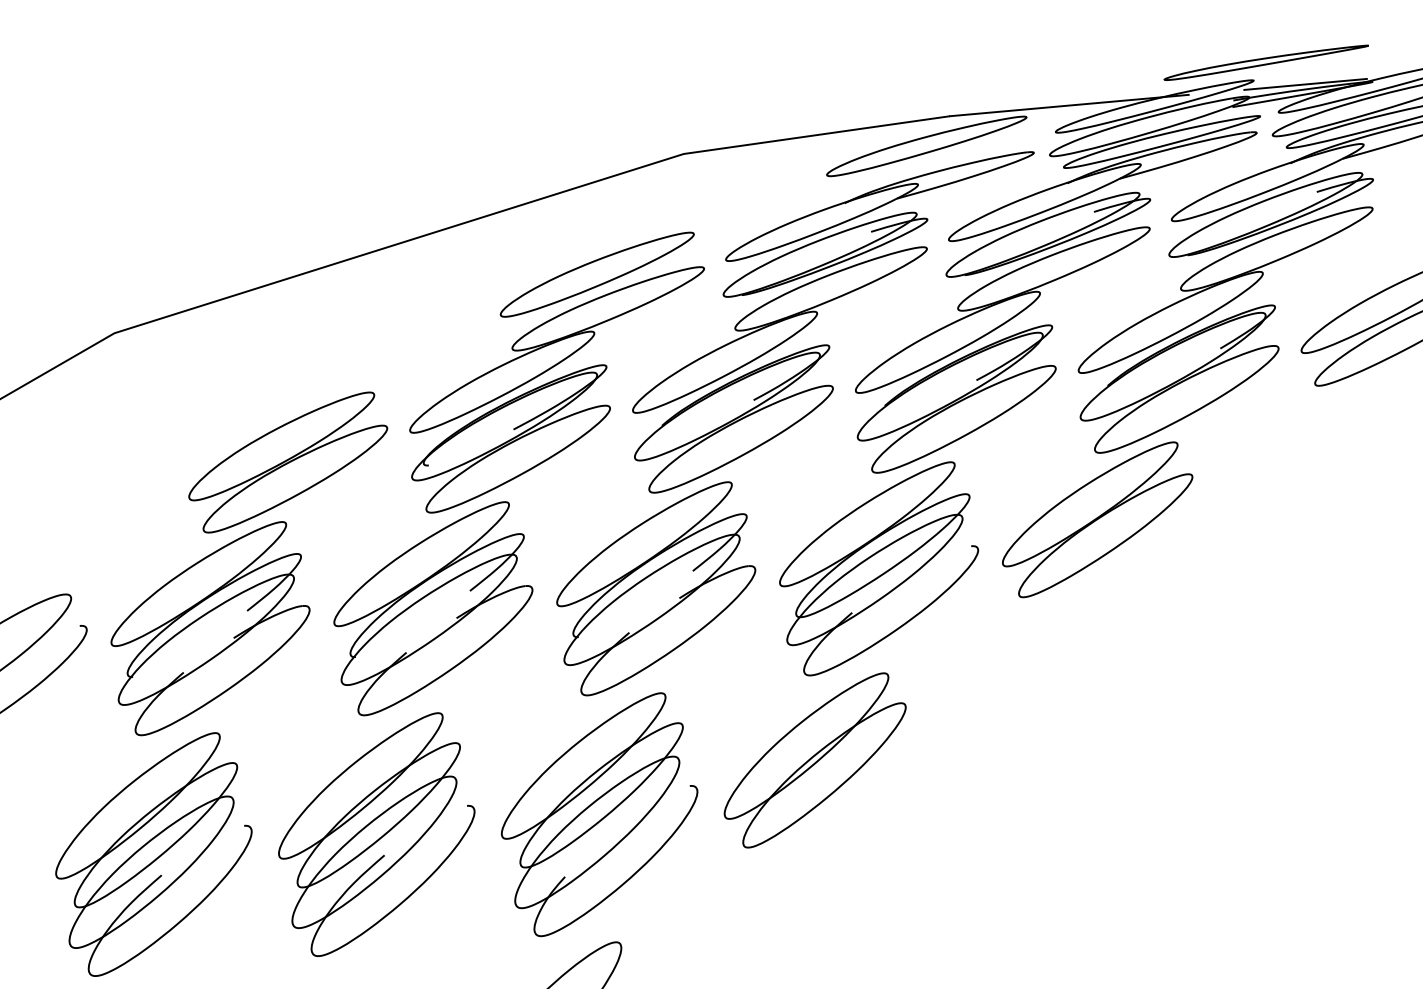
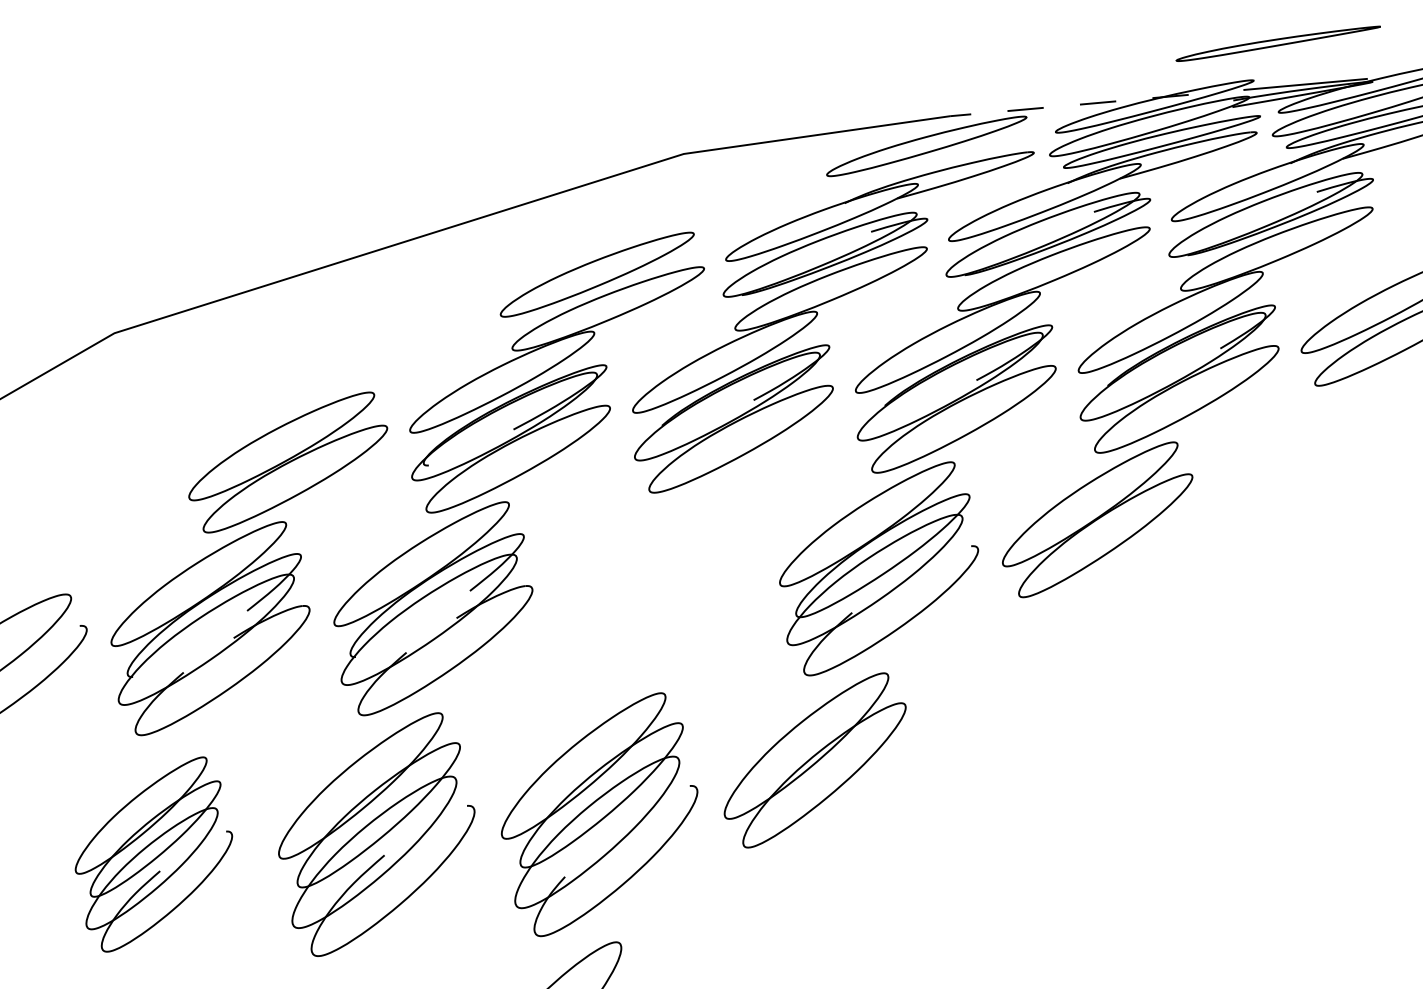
part at (1265, 62) position: (1265, 62) -> (1277, 43)
line at (1069, 105): solid -> dashed
part at (656, 588): present -> none
part at (153, 854) size: 198x245 px -> 160x197 px
